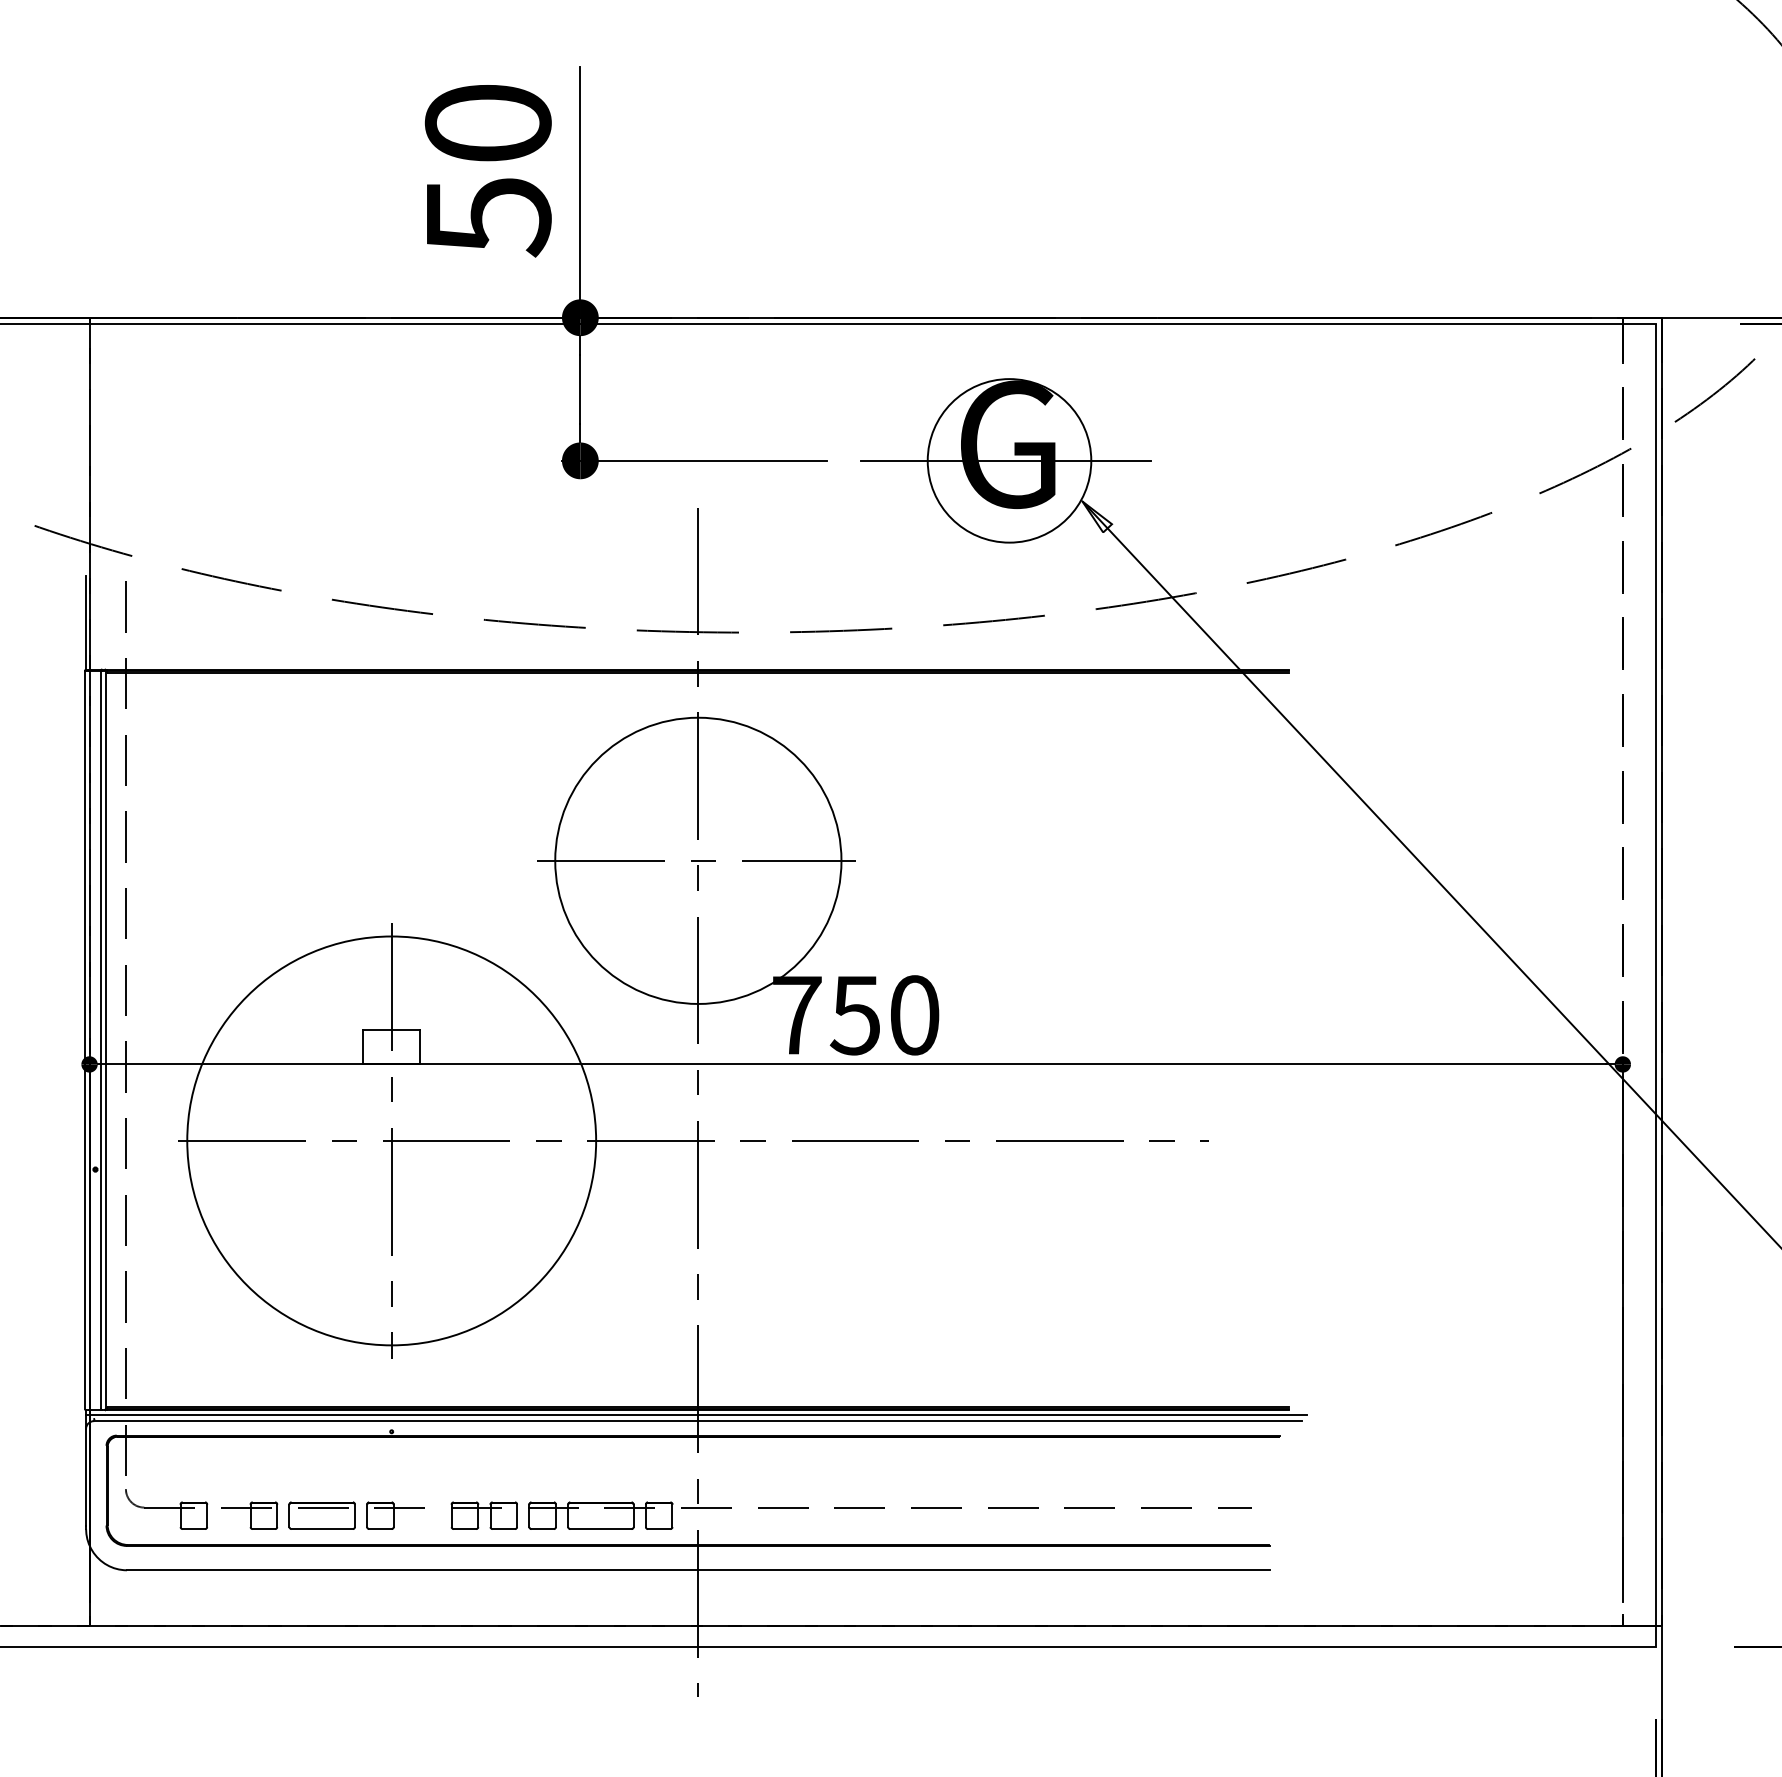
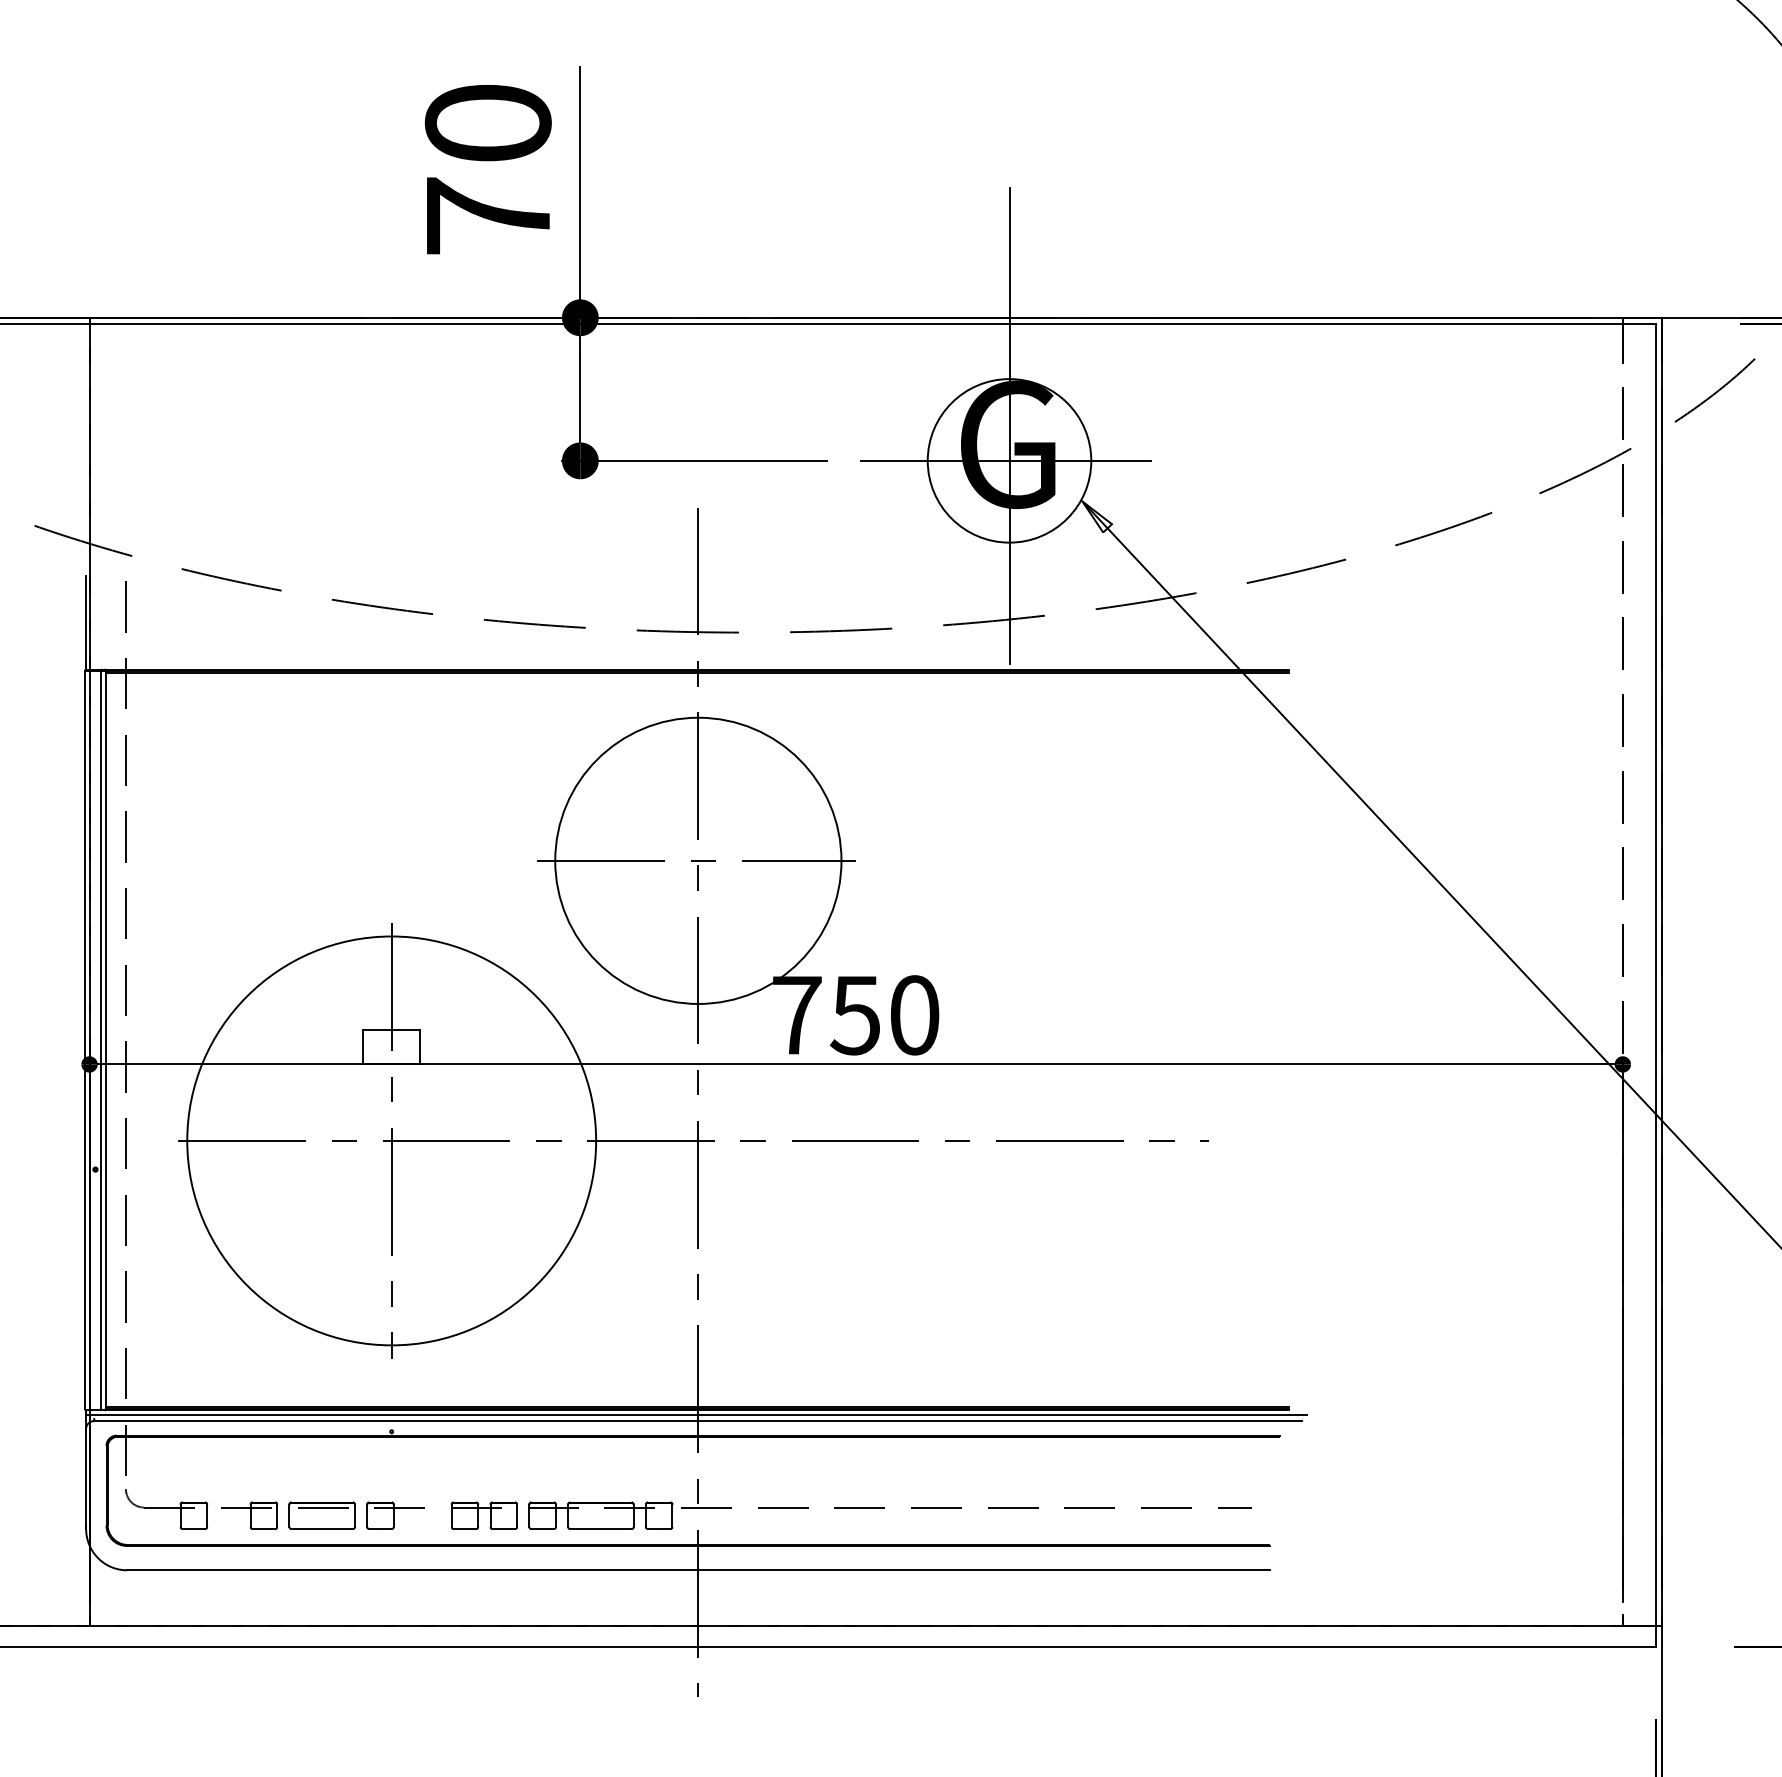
text at (489, 217): 50 -> 70
line at (1009, 425): none -> present
